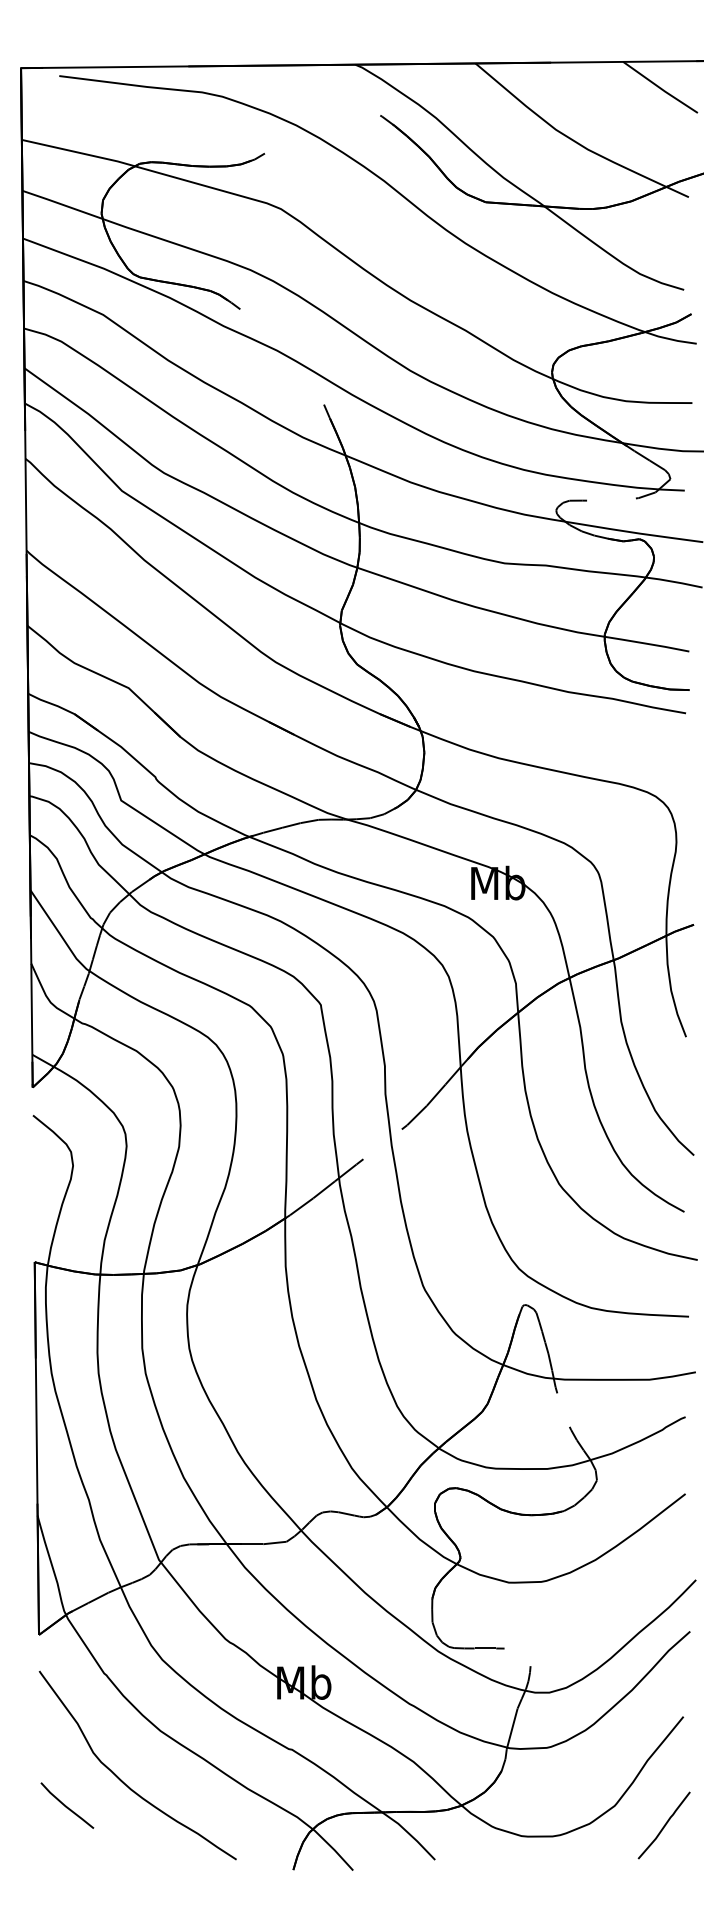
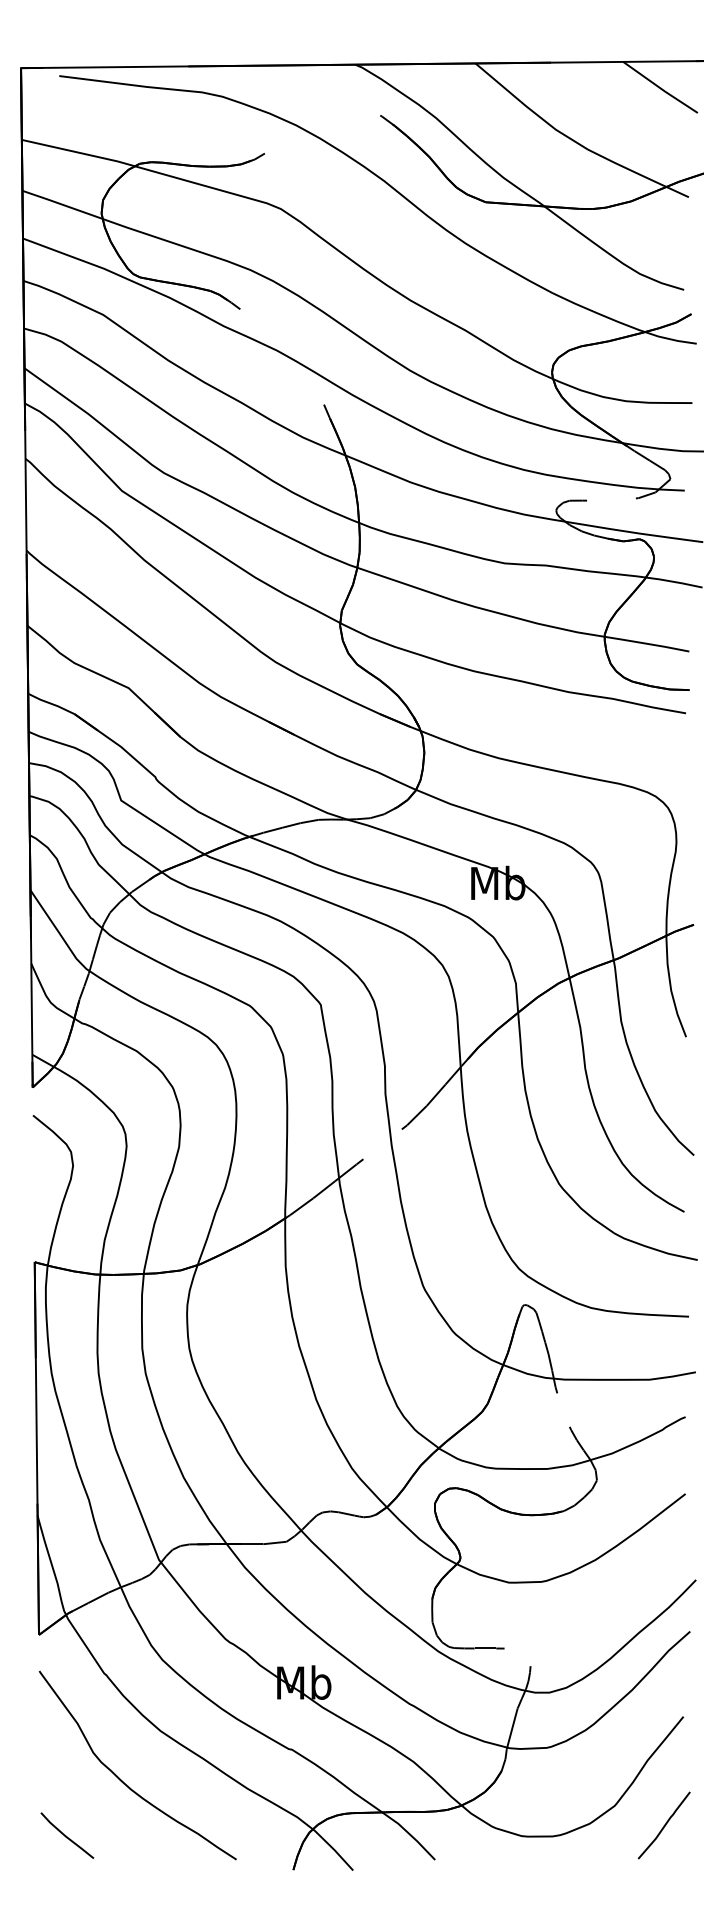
line at (66, 1805) position: (66, 1805) -> (66, 1835)
